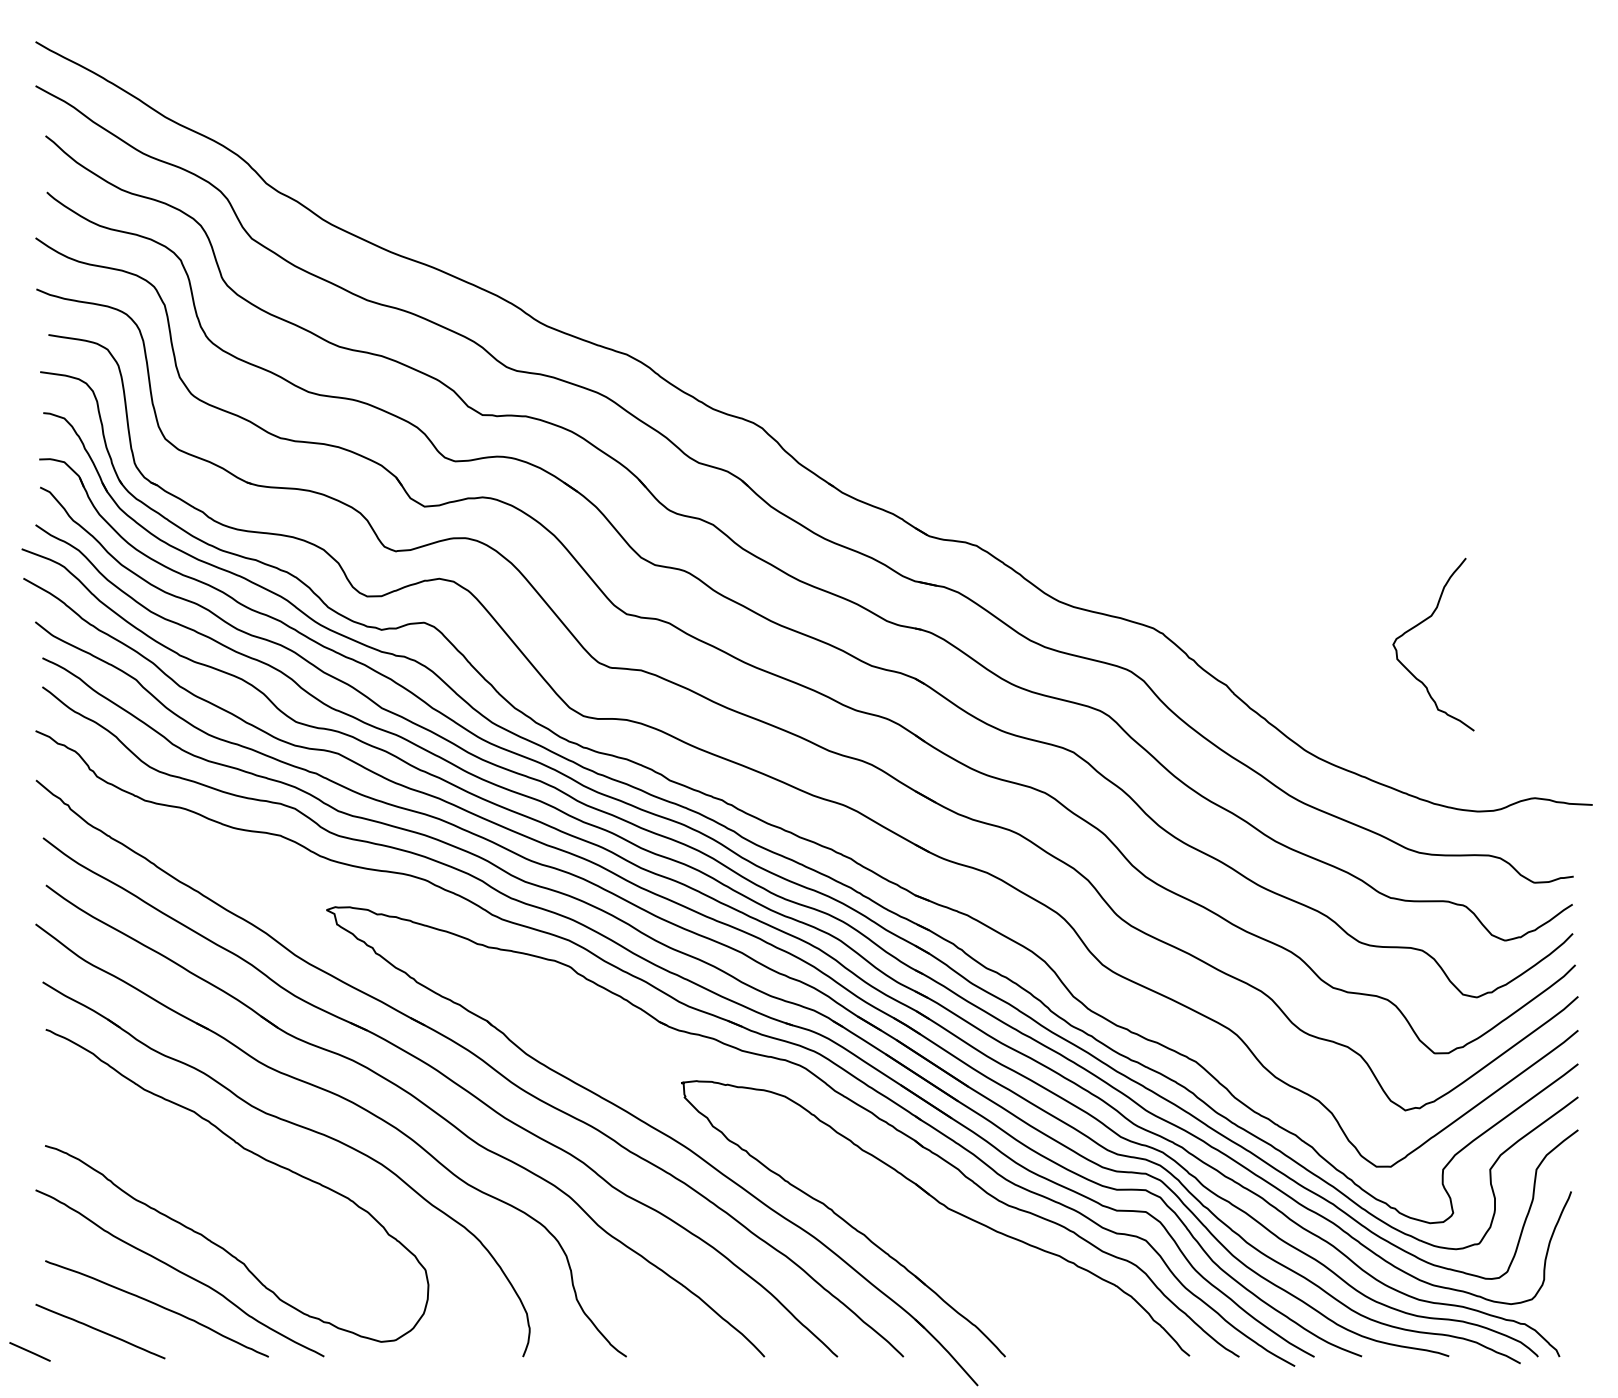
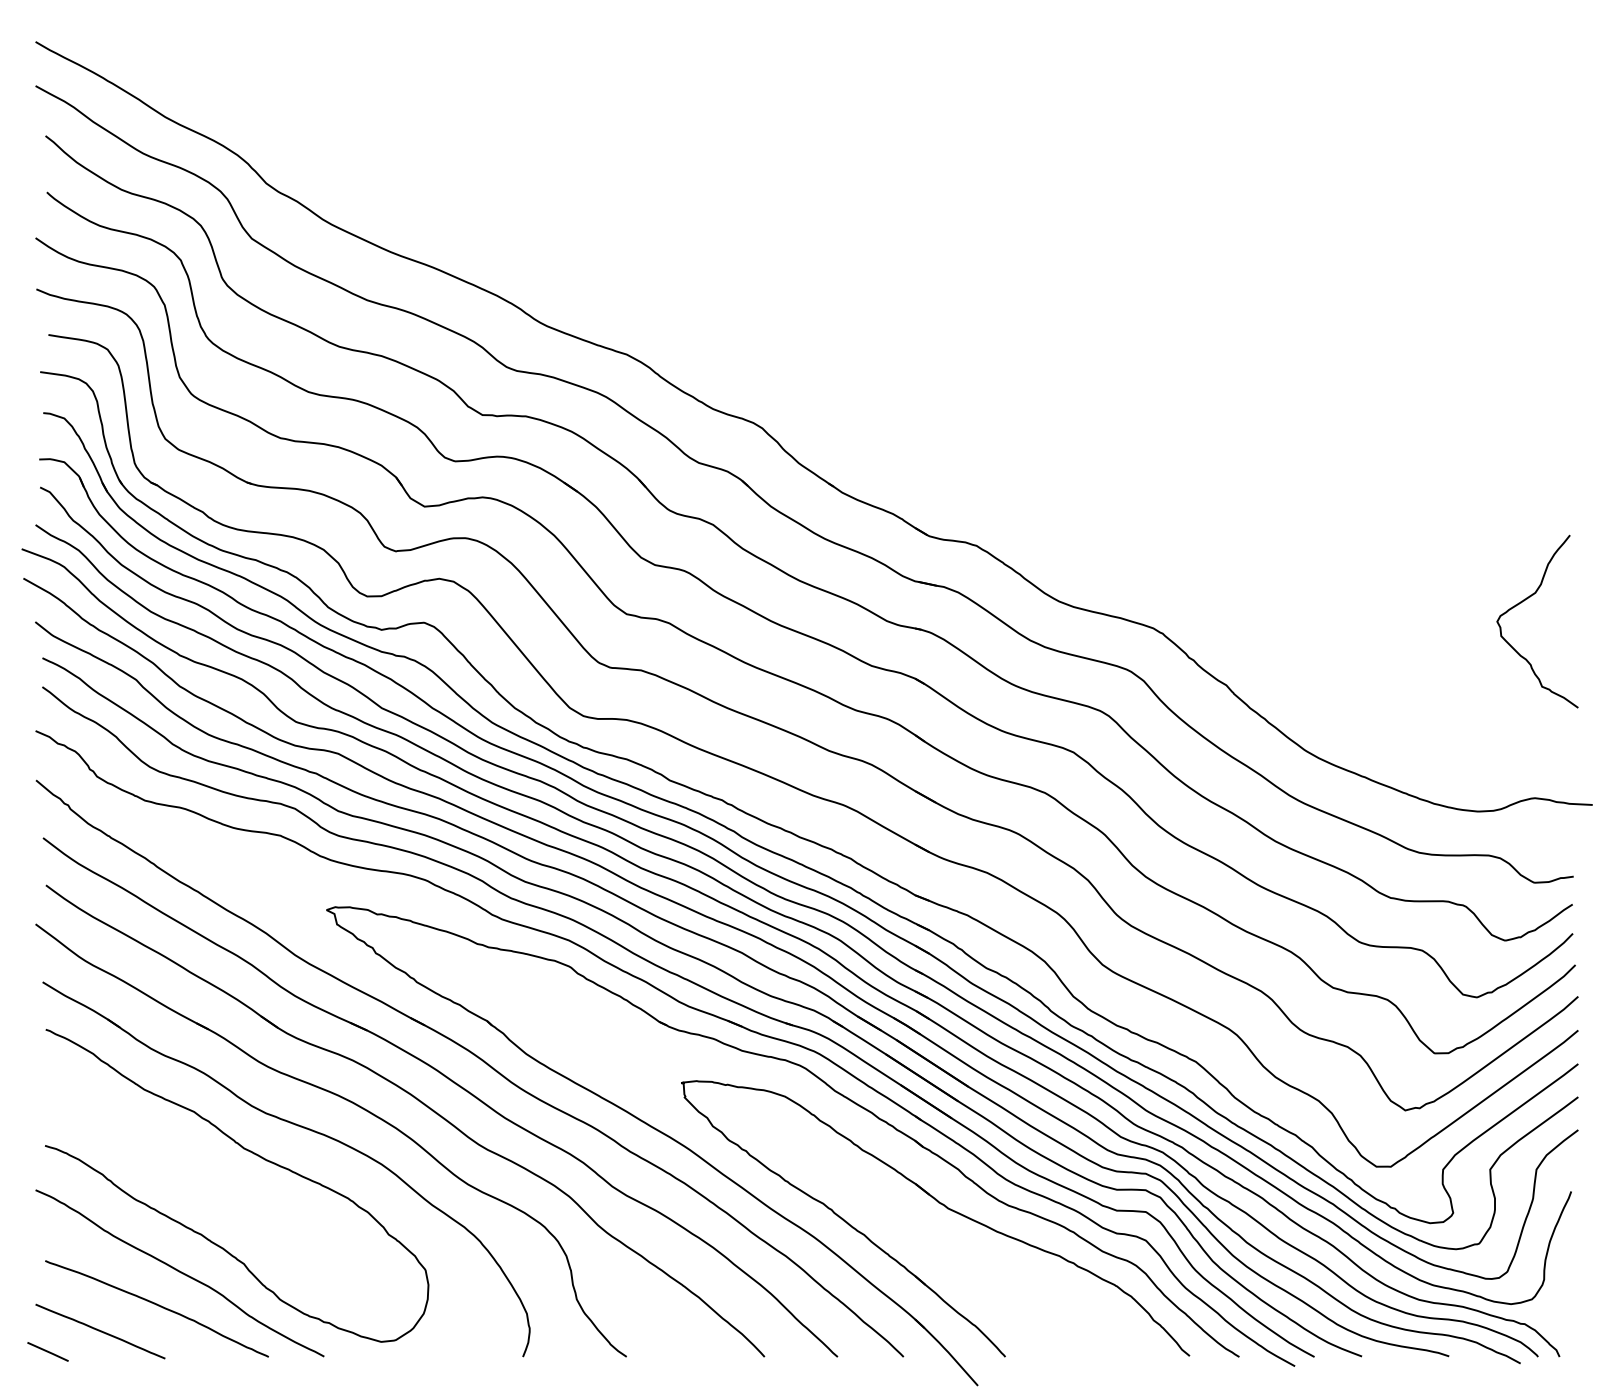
curve at (1420, 624) position: (1420, 624) -> (1524, 601)
line at (29, 1351) position: (29, 1351) -> (47, 1351)
